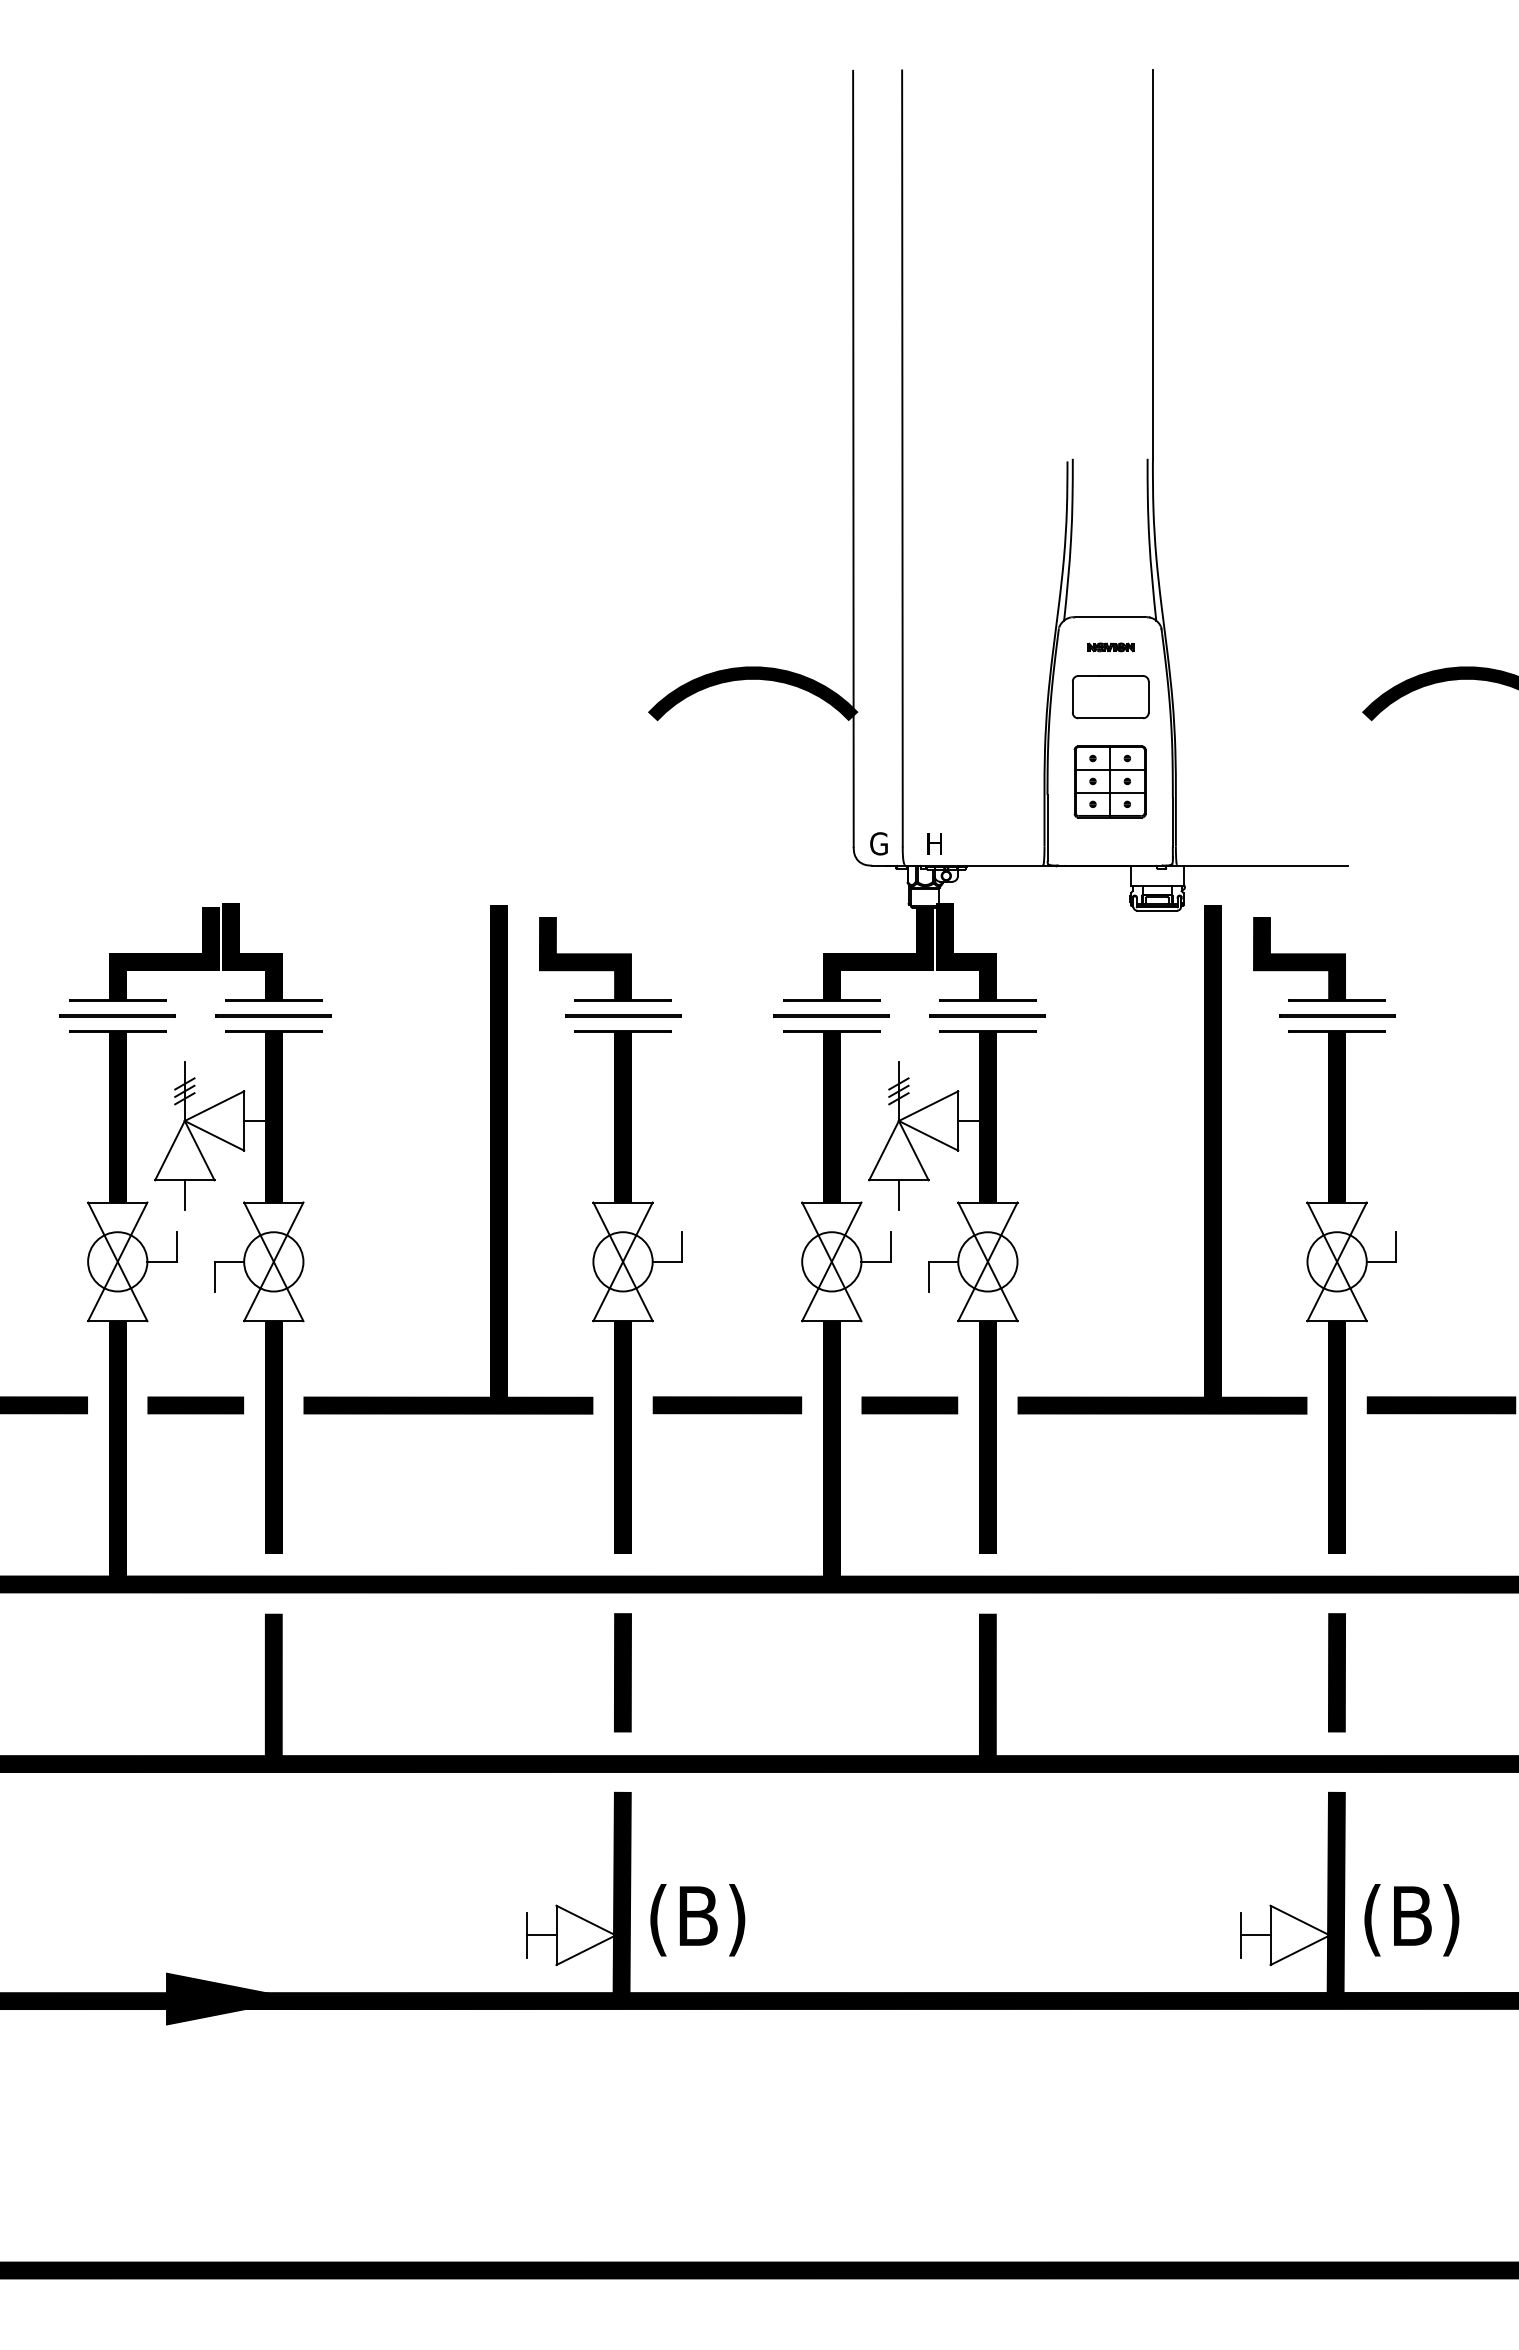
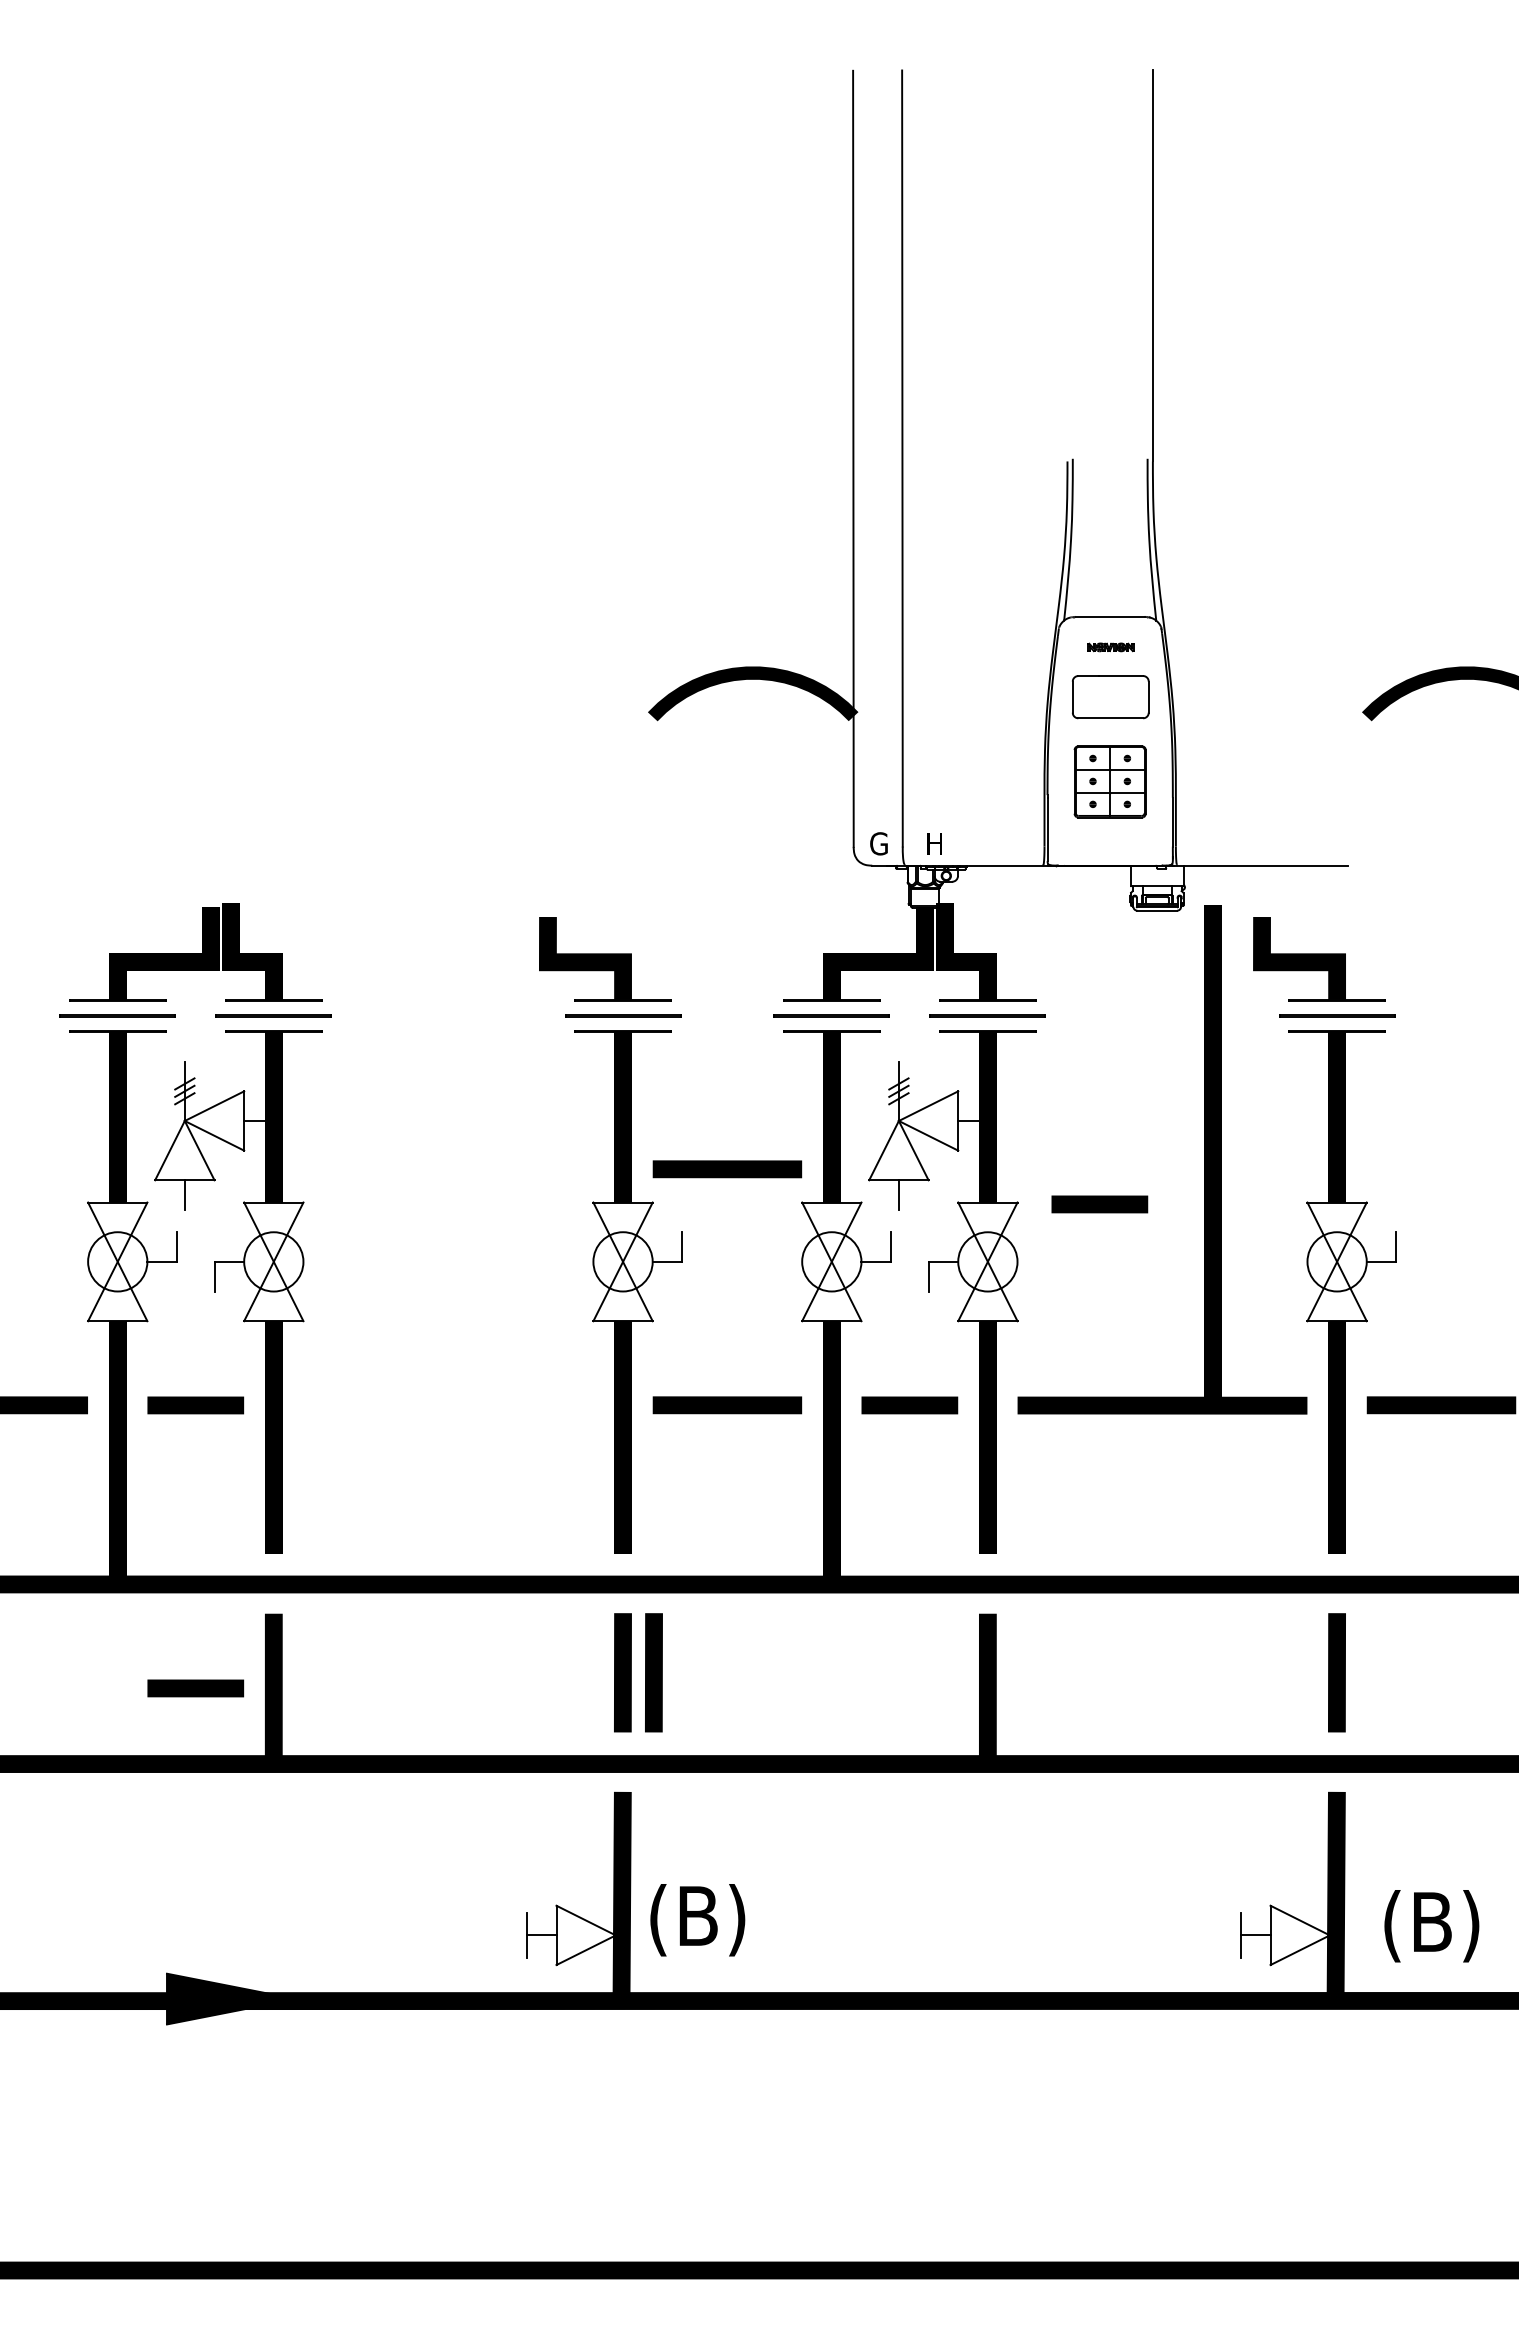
part at (490, 1159): present -> none
line at (727, 1169): none -> present
line at (1099, 1204): none -> present
line at (653, 1672): none -> present
line at (195, 1688): none -> present
text at (1411, 1920) position: (1411, 1920) -> (1431, 1926)
